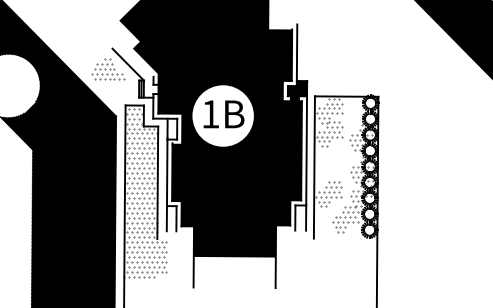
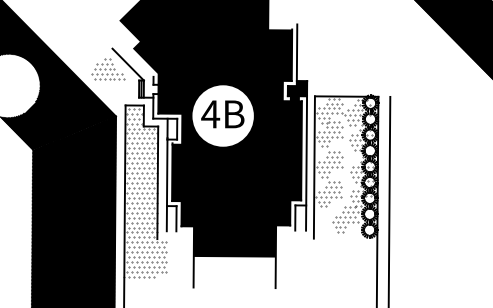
hatch at (357, 112): none -> present
text at (210, 114): 1 -> 4
hatch at (328, 164): none -> present
line at (389, 200): none -> present
